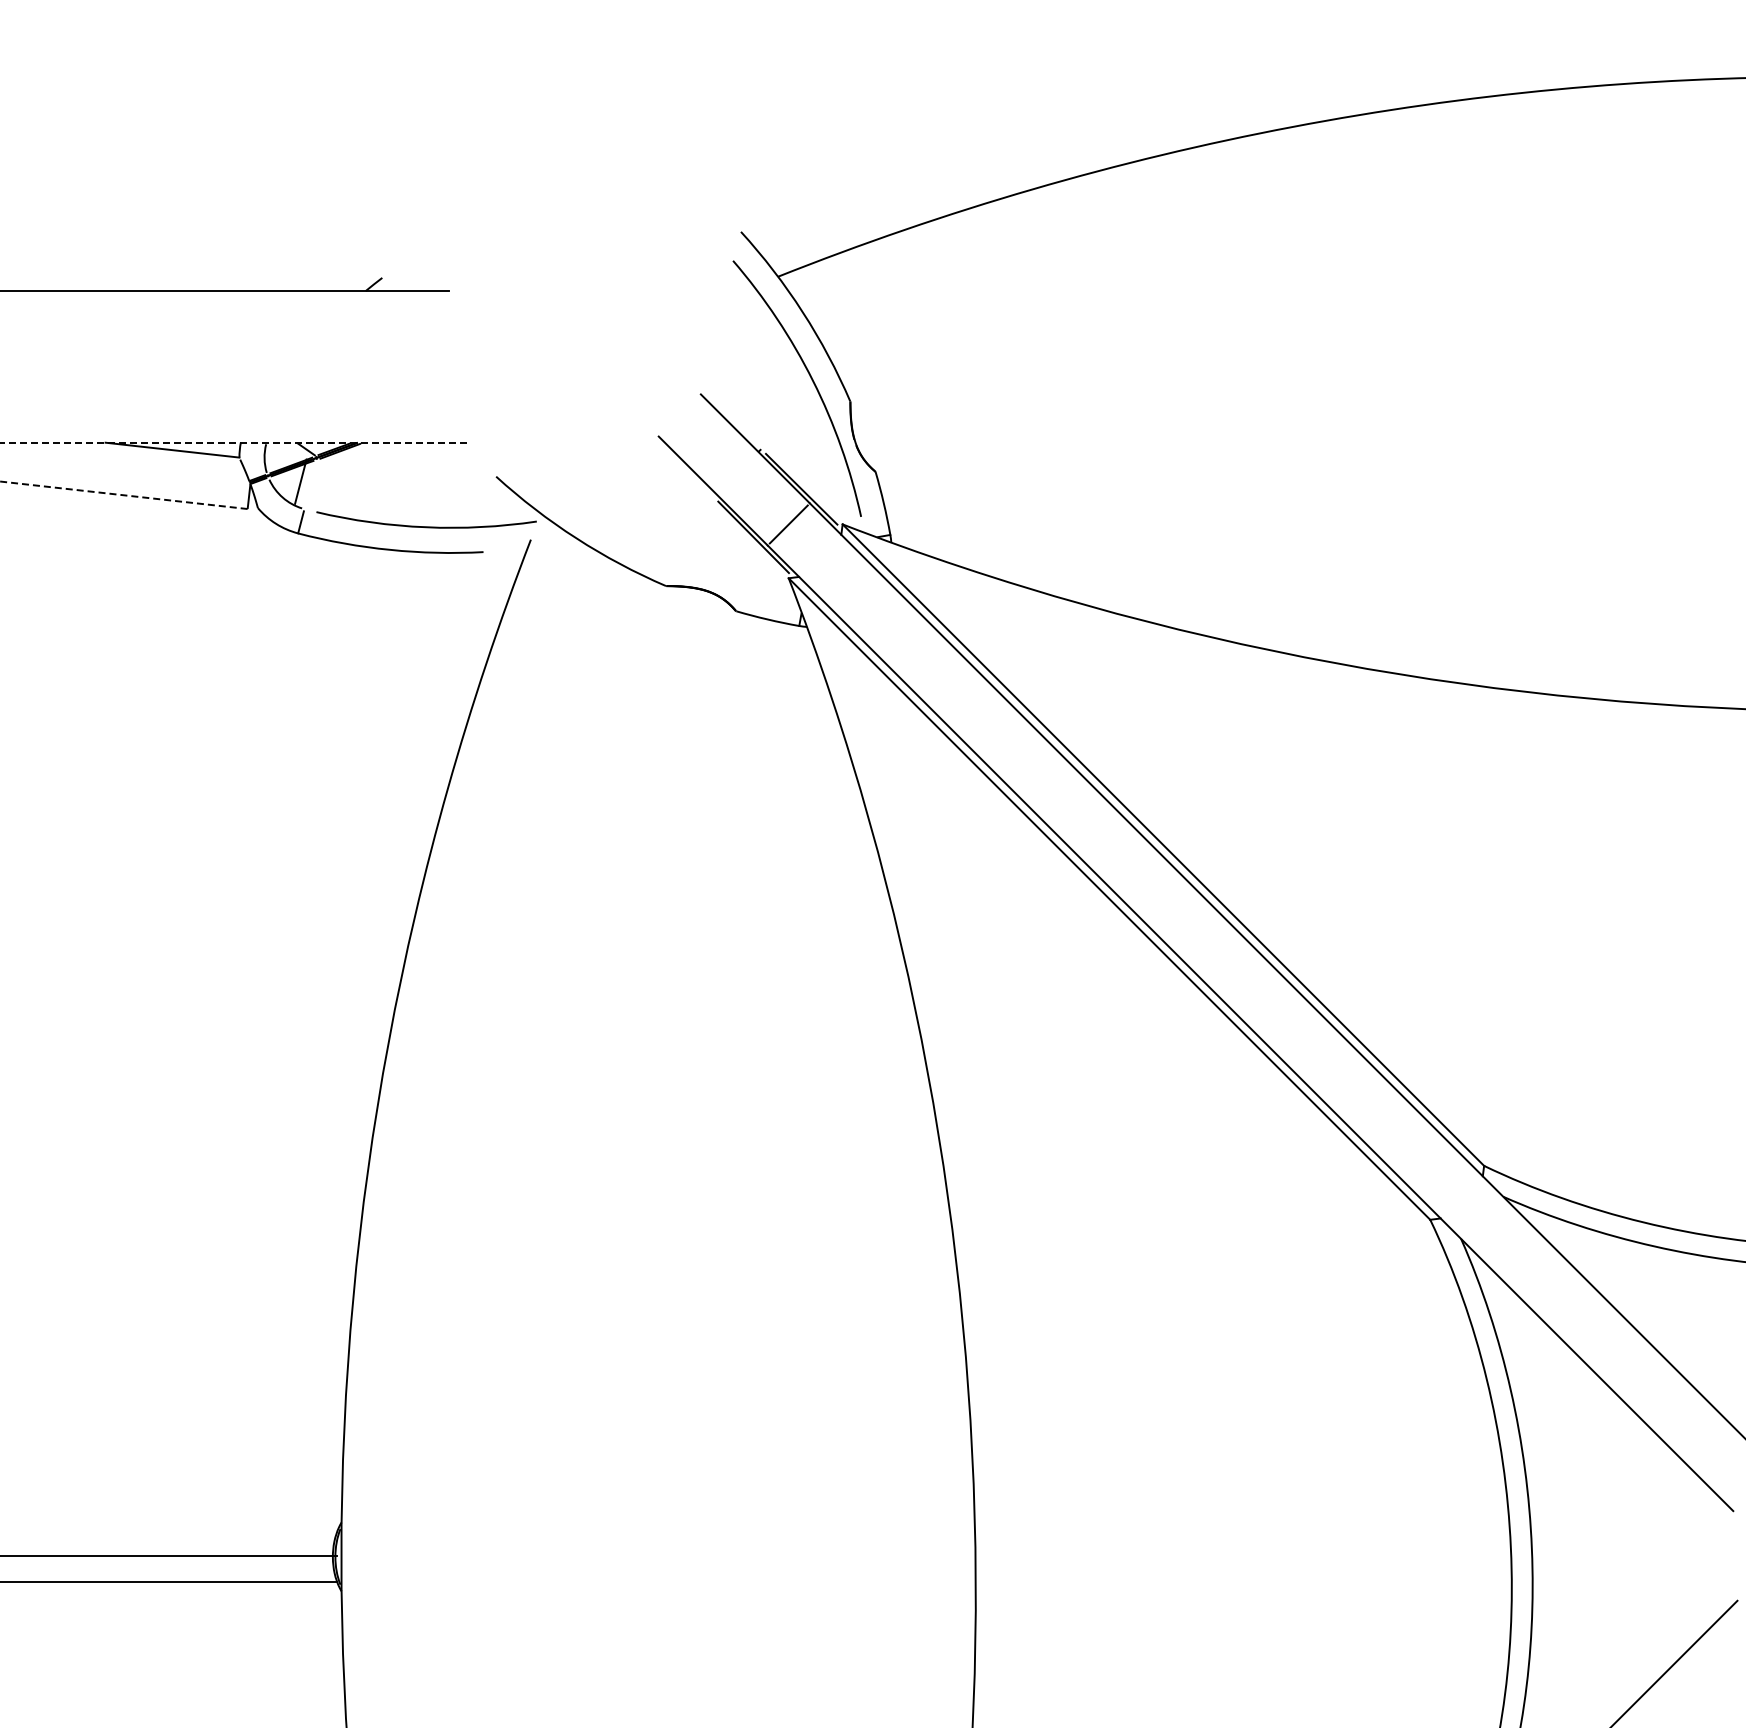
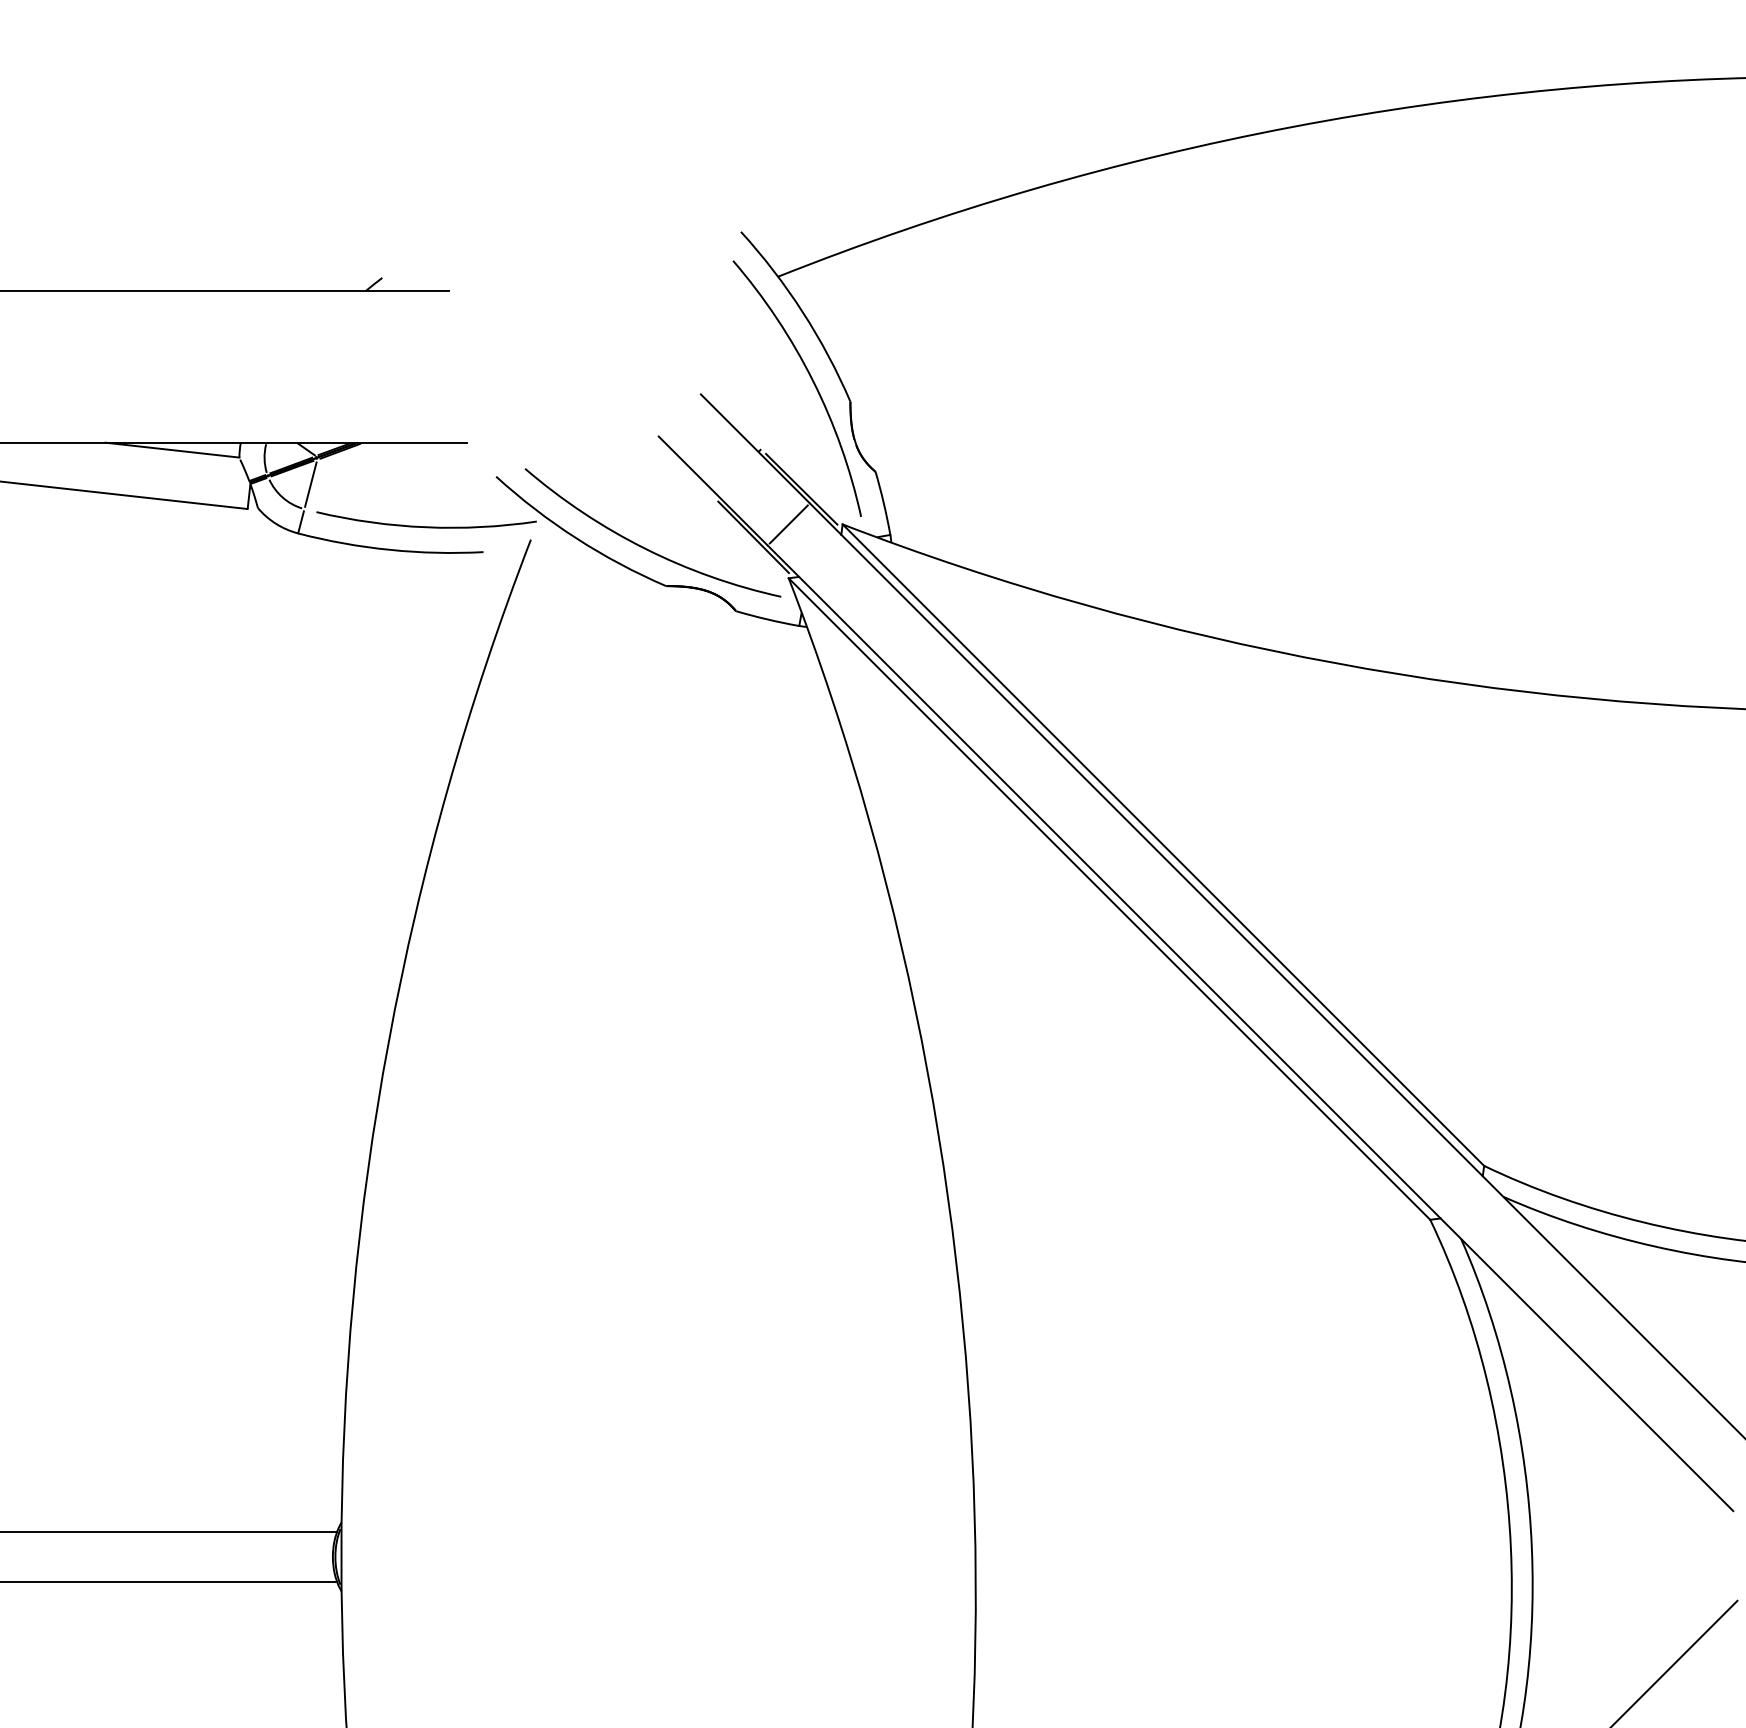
line at (233, 442): dashed -> solid
line at (300, 481) position: (300, 481) -> (310, 484)
line at (123, 495): dashed -> solid
arc at (645, 547): none -> present
line at (169, 1555) position: (169, 1555) -> (169, 1531)
